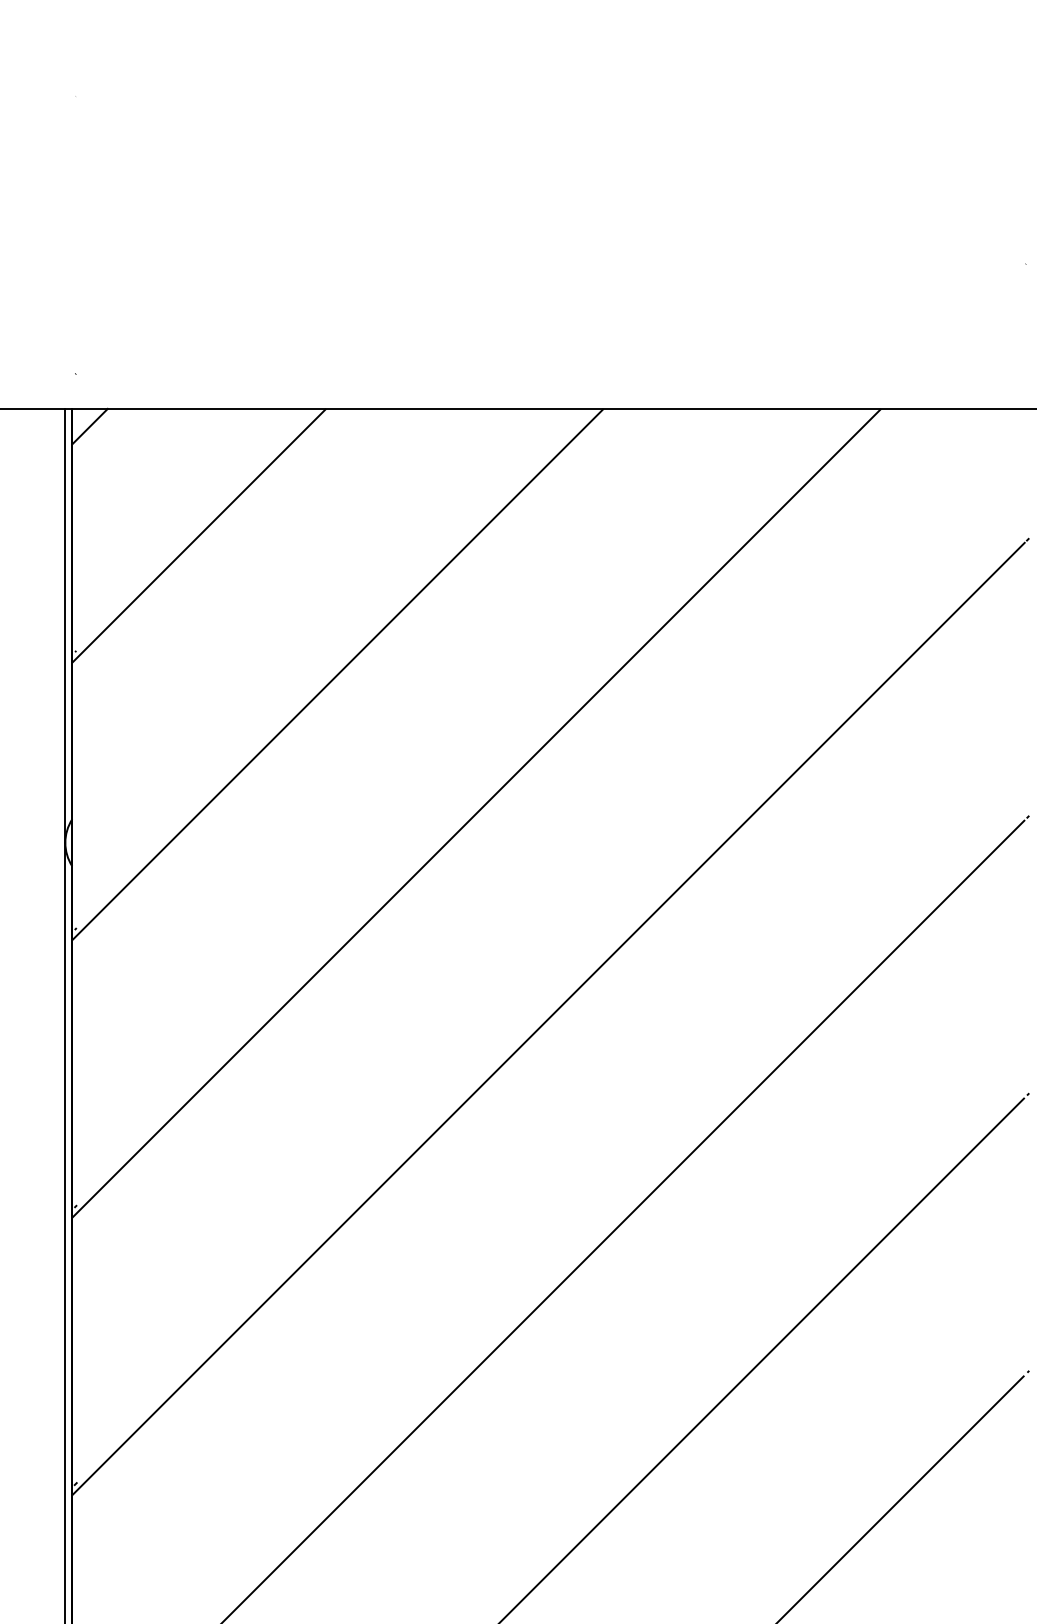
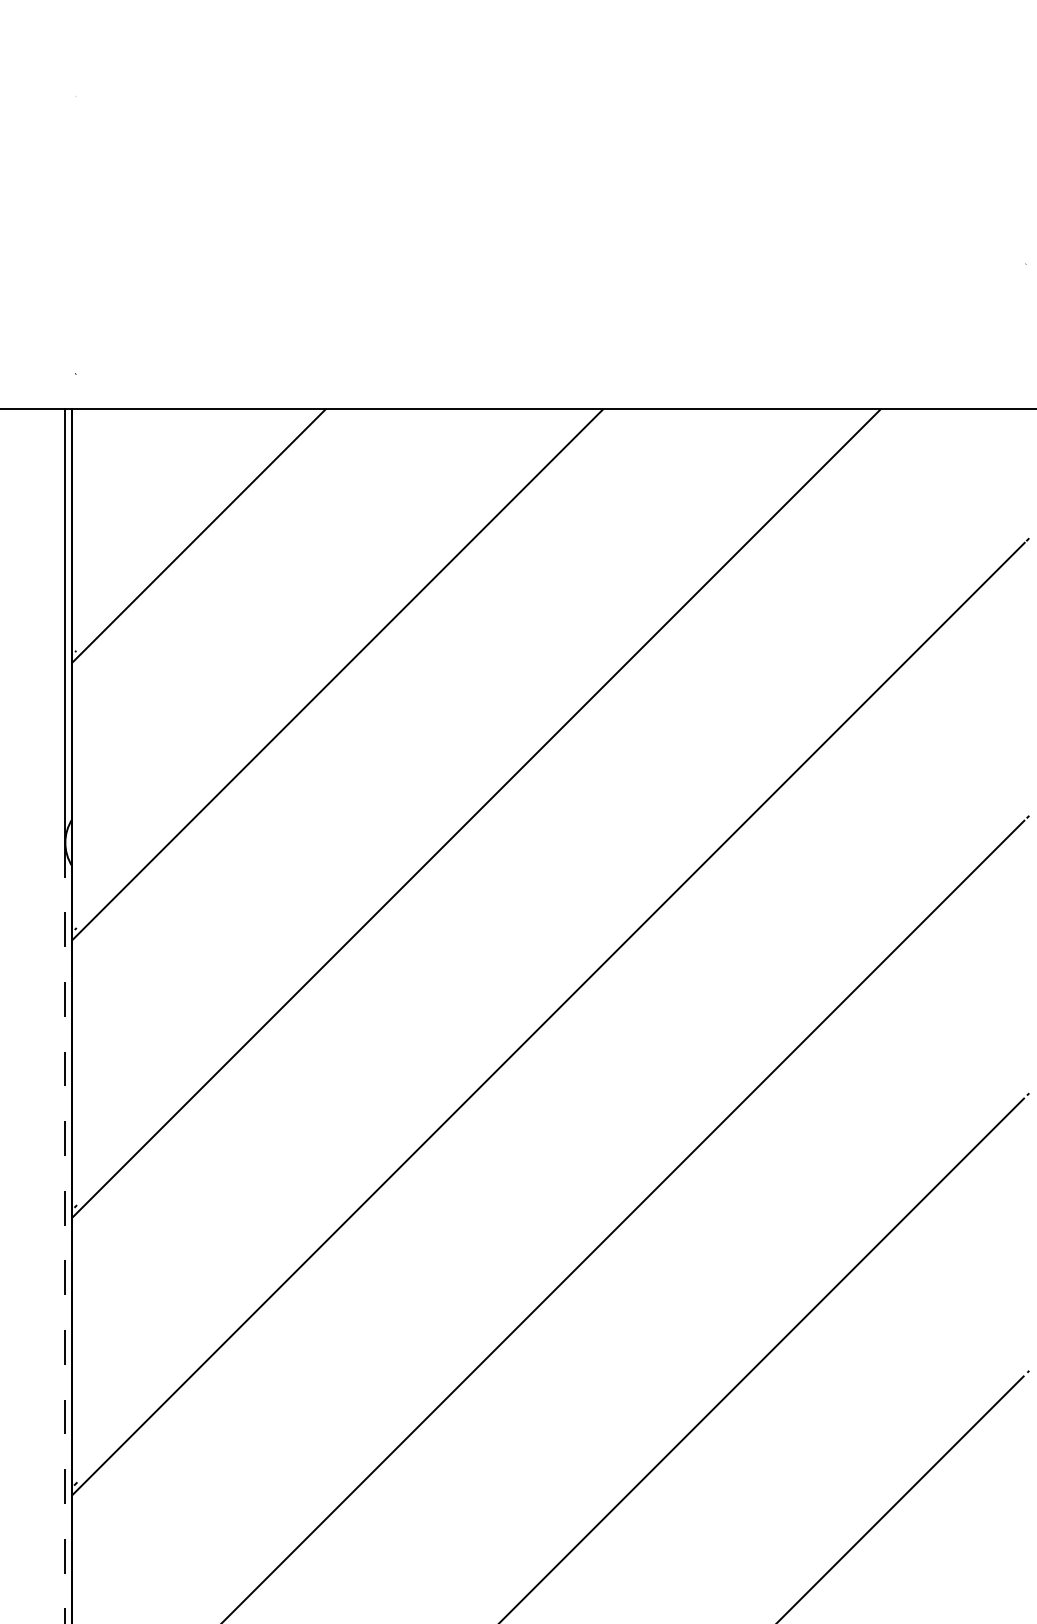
line at (89, 426): present -> none
line at (65, 1233): solid -> dashed
